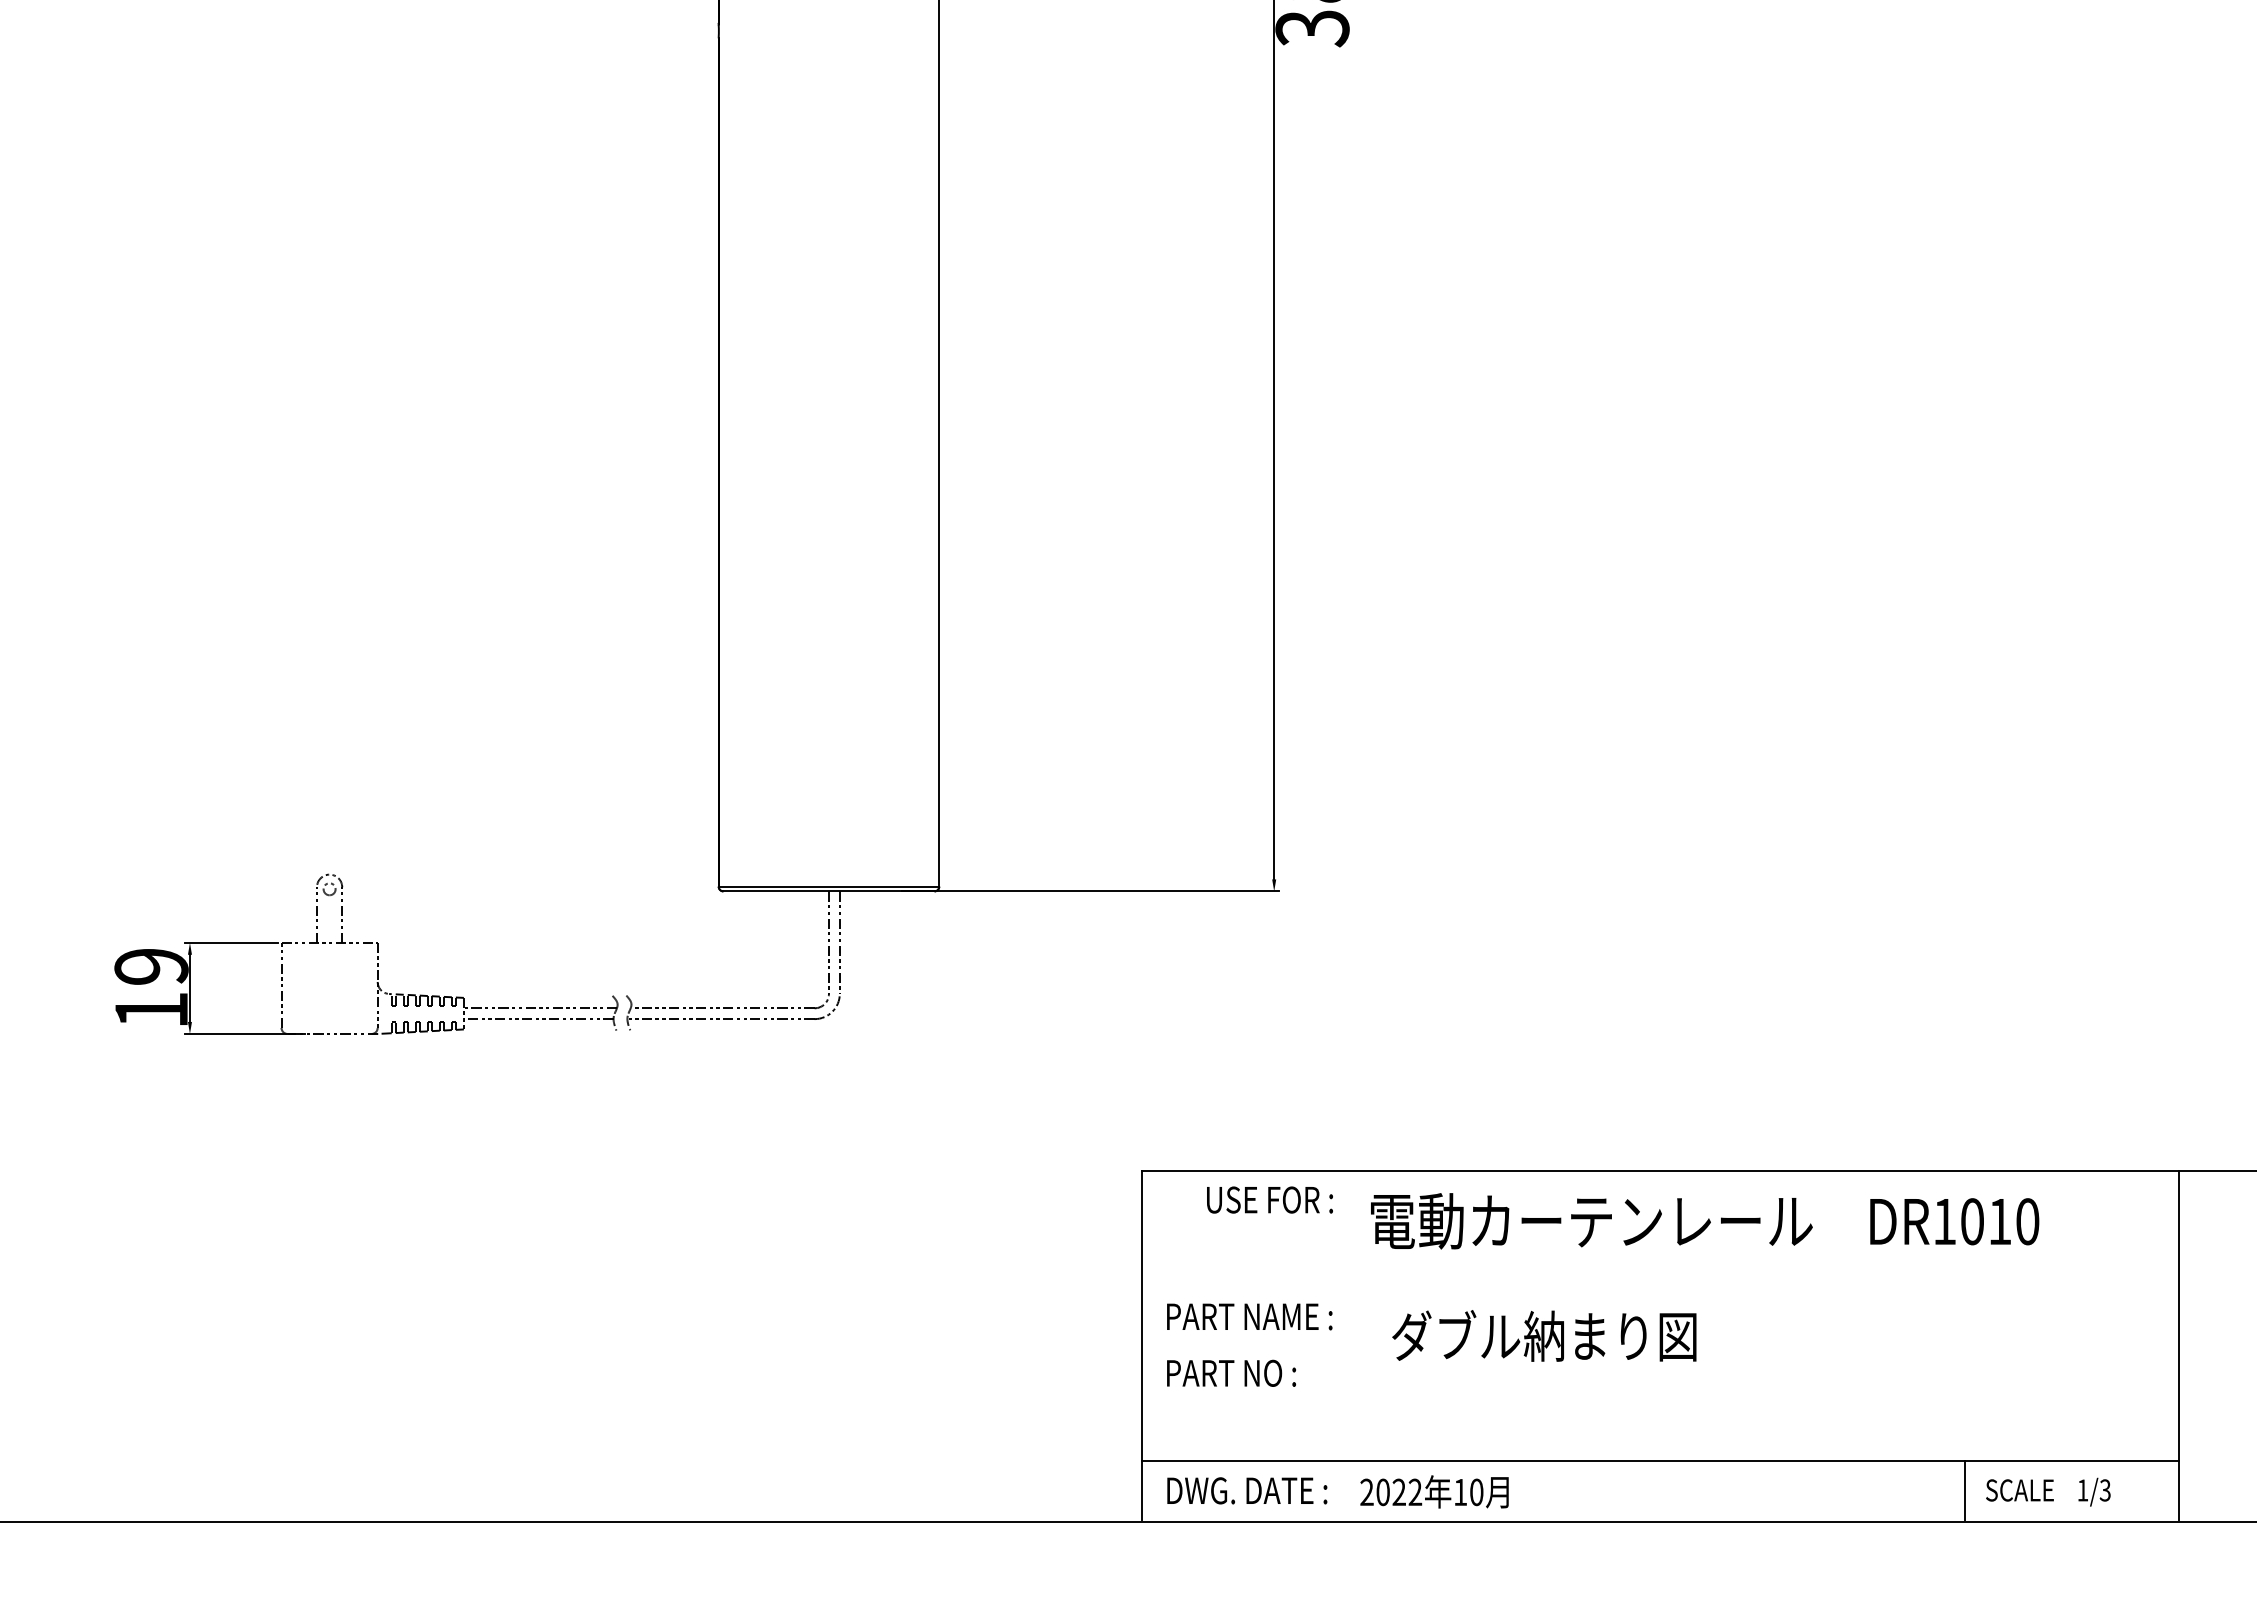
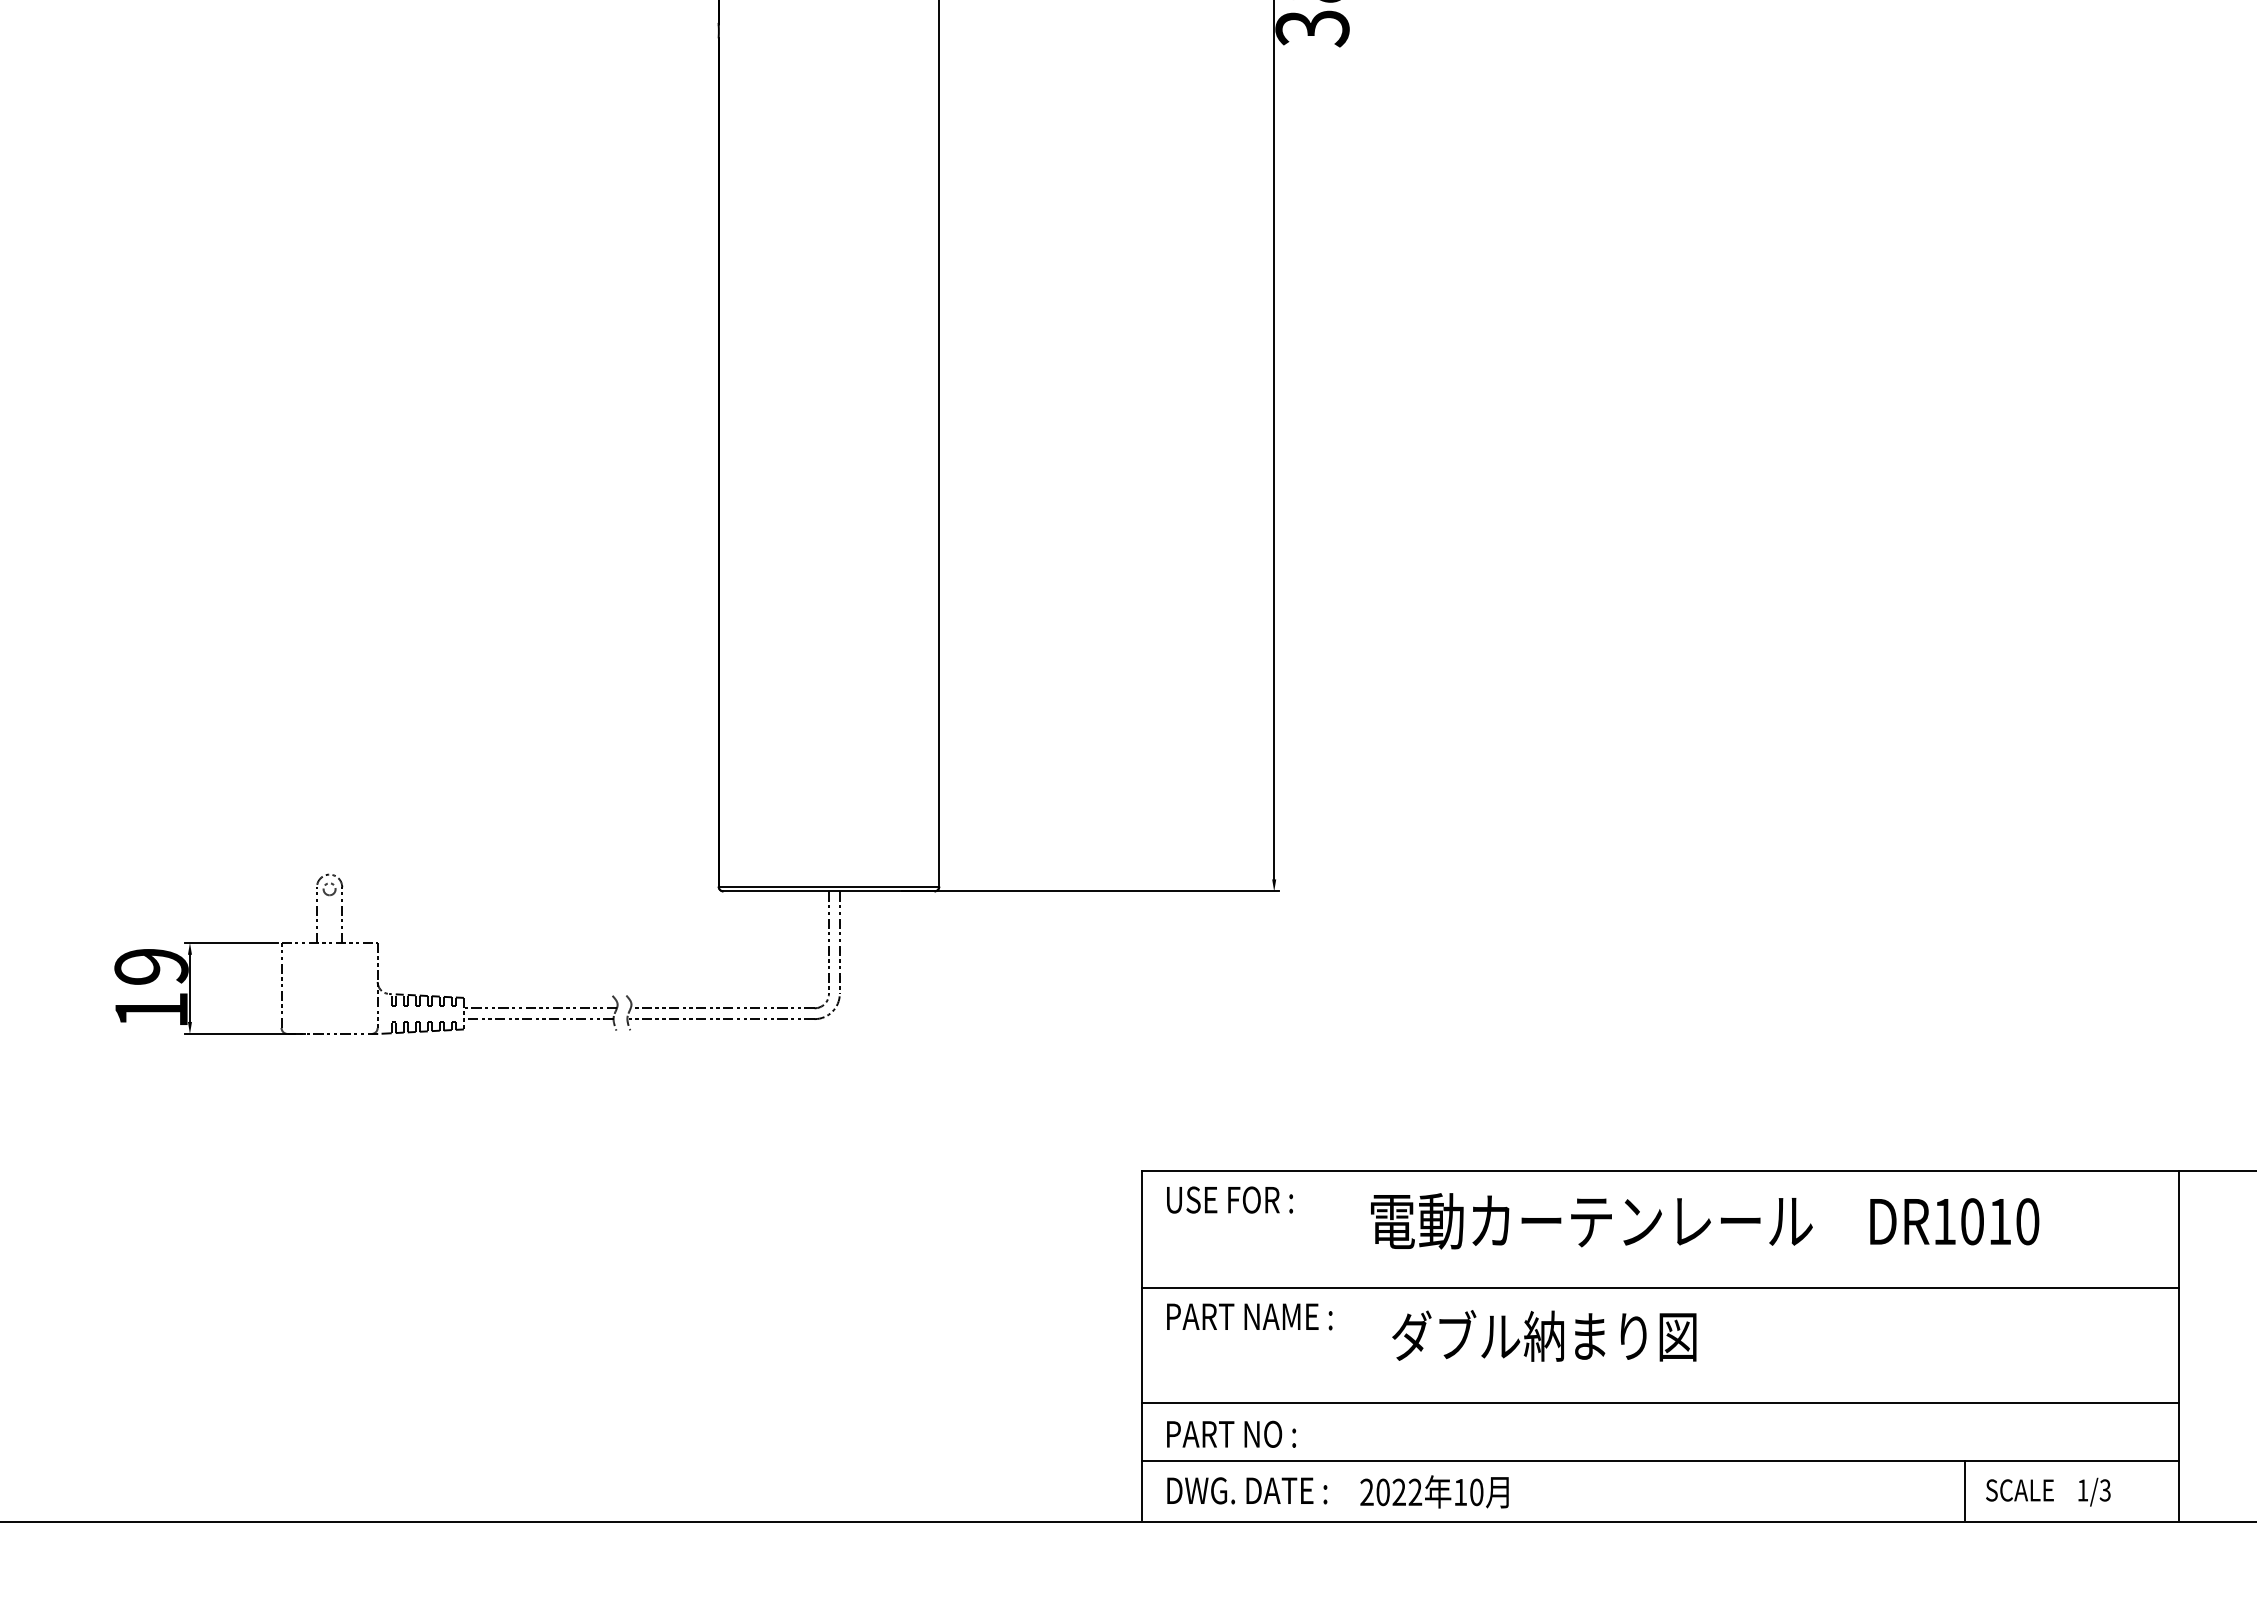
text at (1269, 1199) position: (1269, 1199) -> (1229, 1199)
line at (1660, 1287): none -> present
text at (1231, 1372) position: (1231, 1372) -> (1231, 1433)
line at (1660, 1403): none -> present
